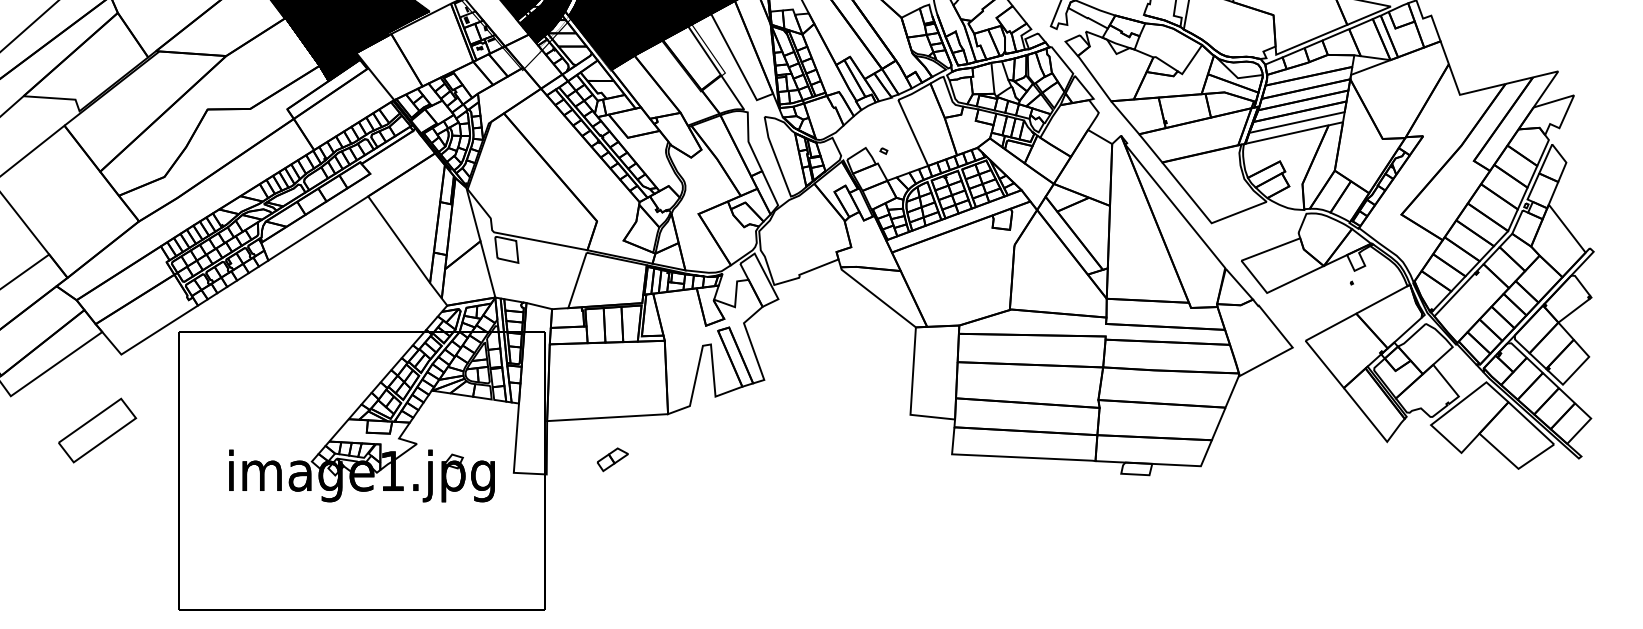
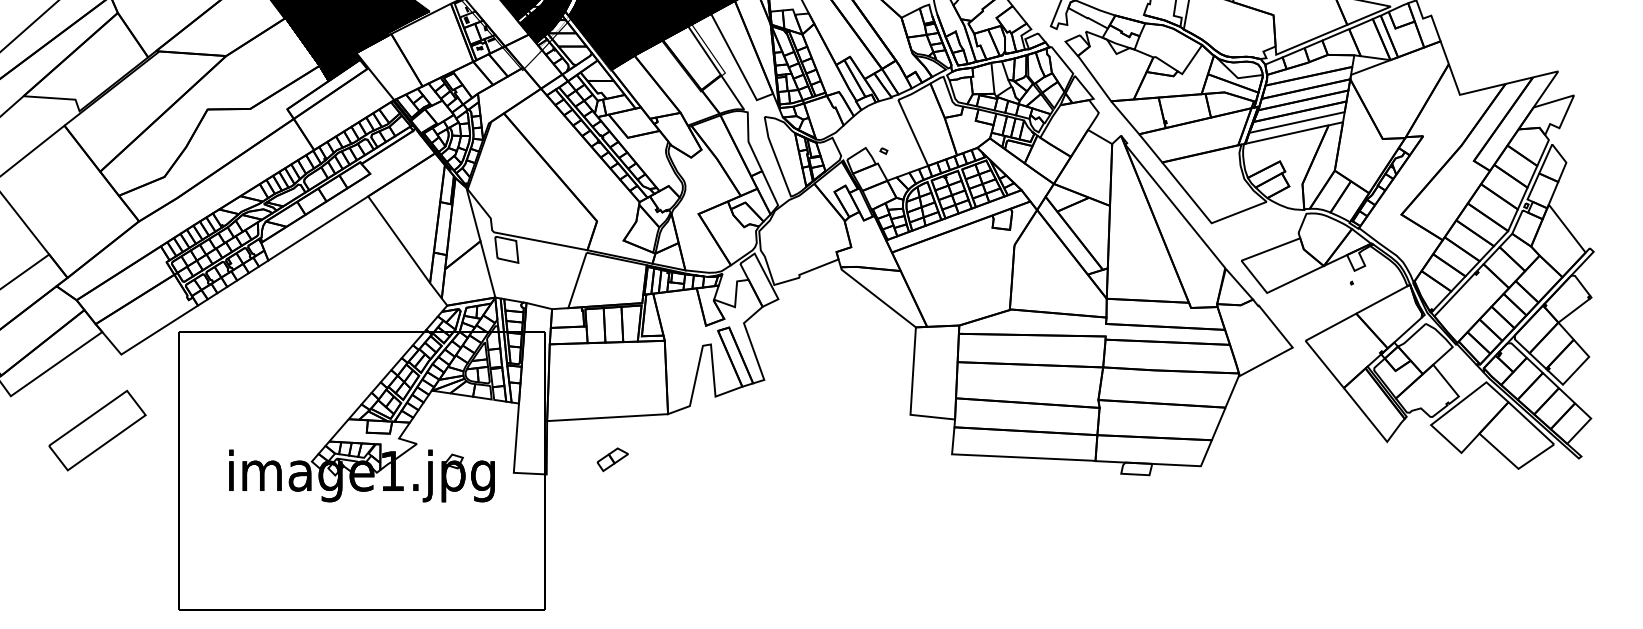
part at (97, 430) size: 80x67 px -> 99x83 px
